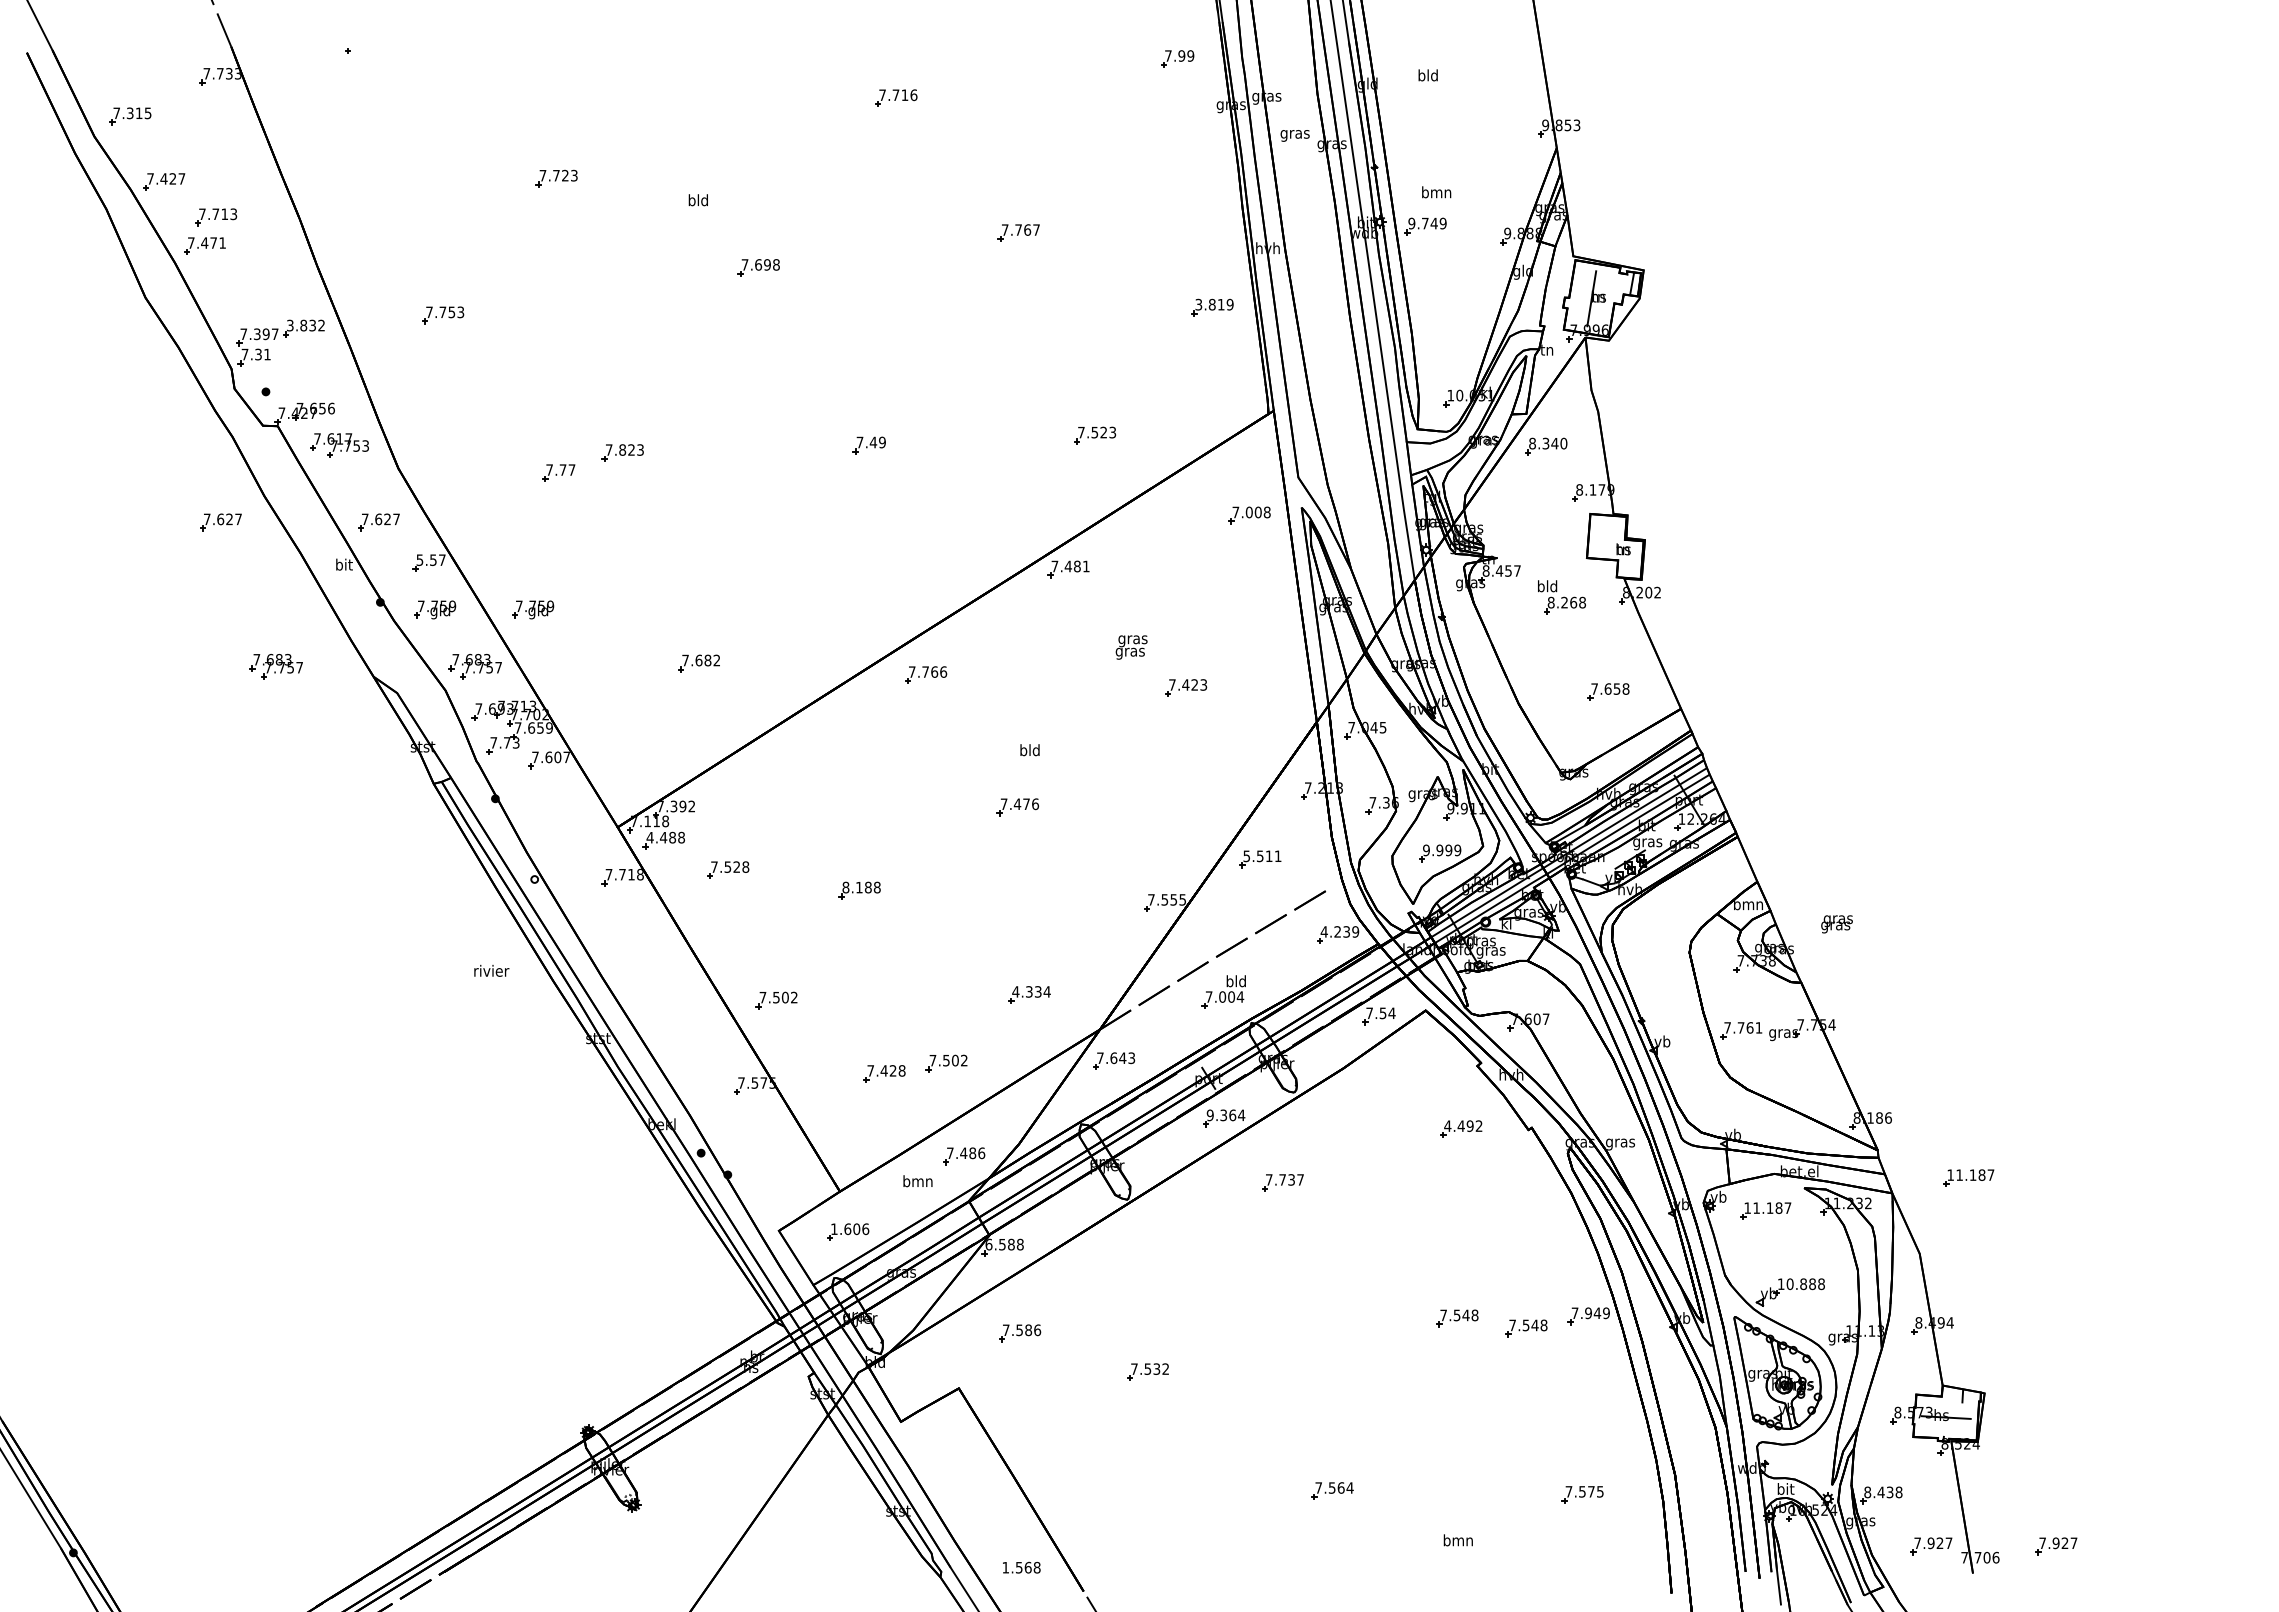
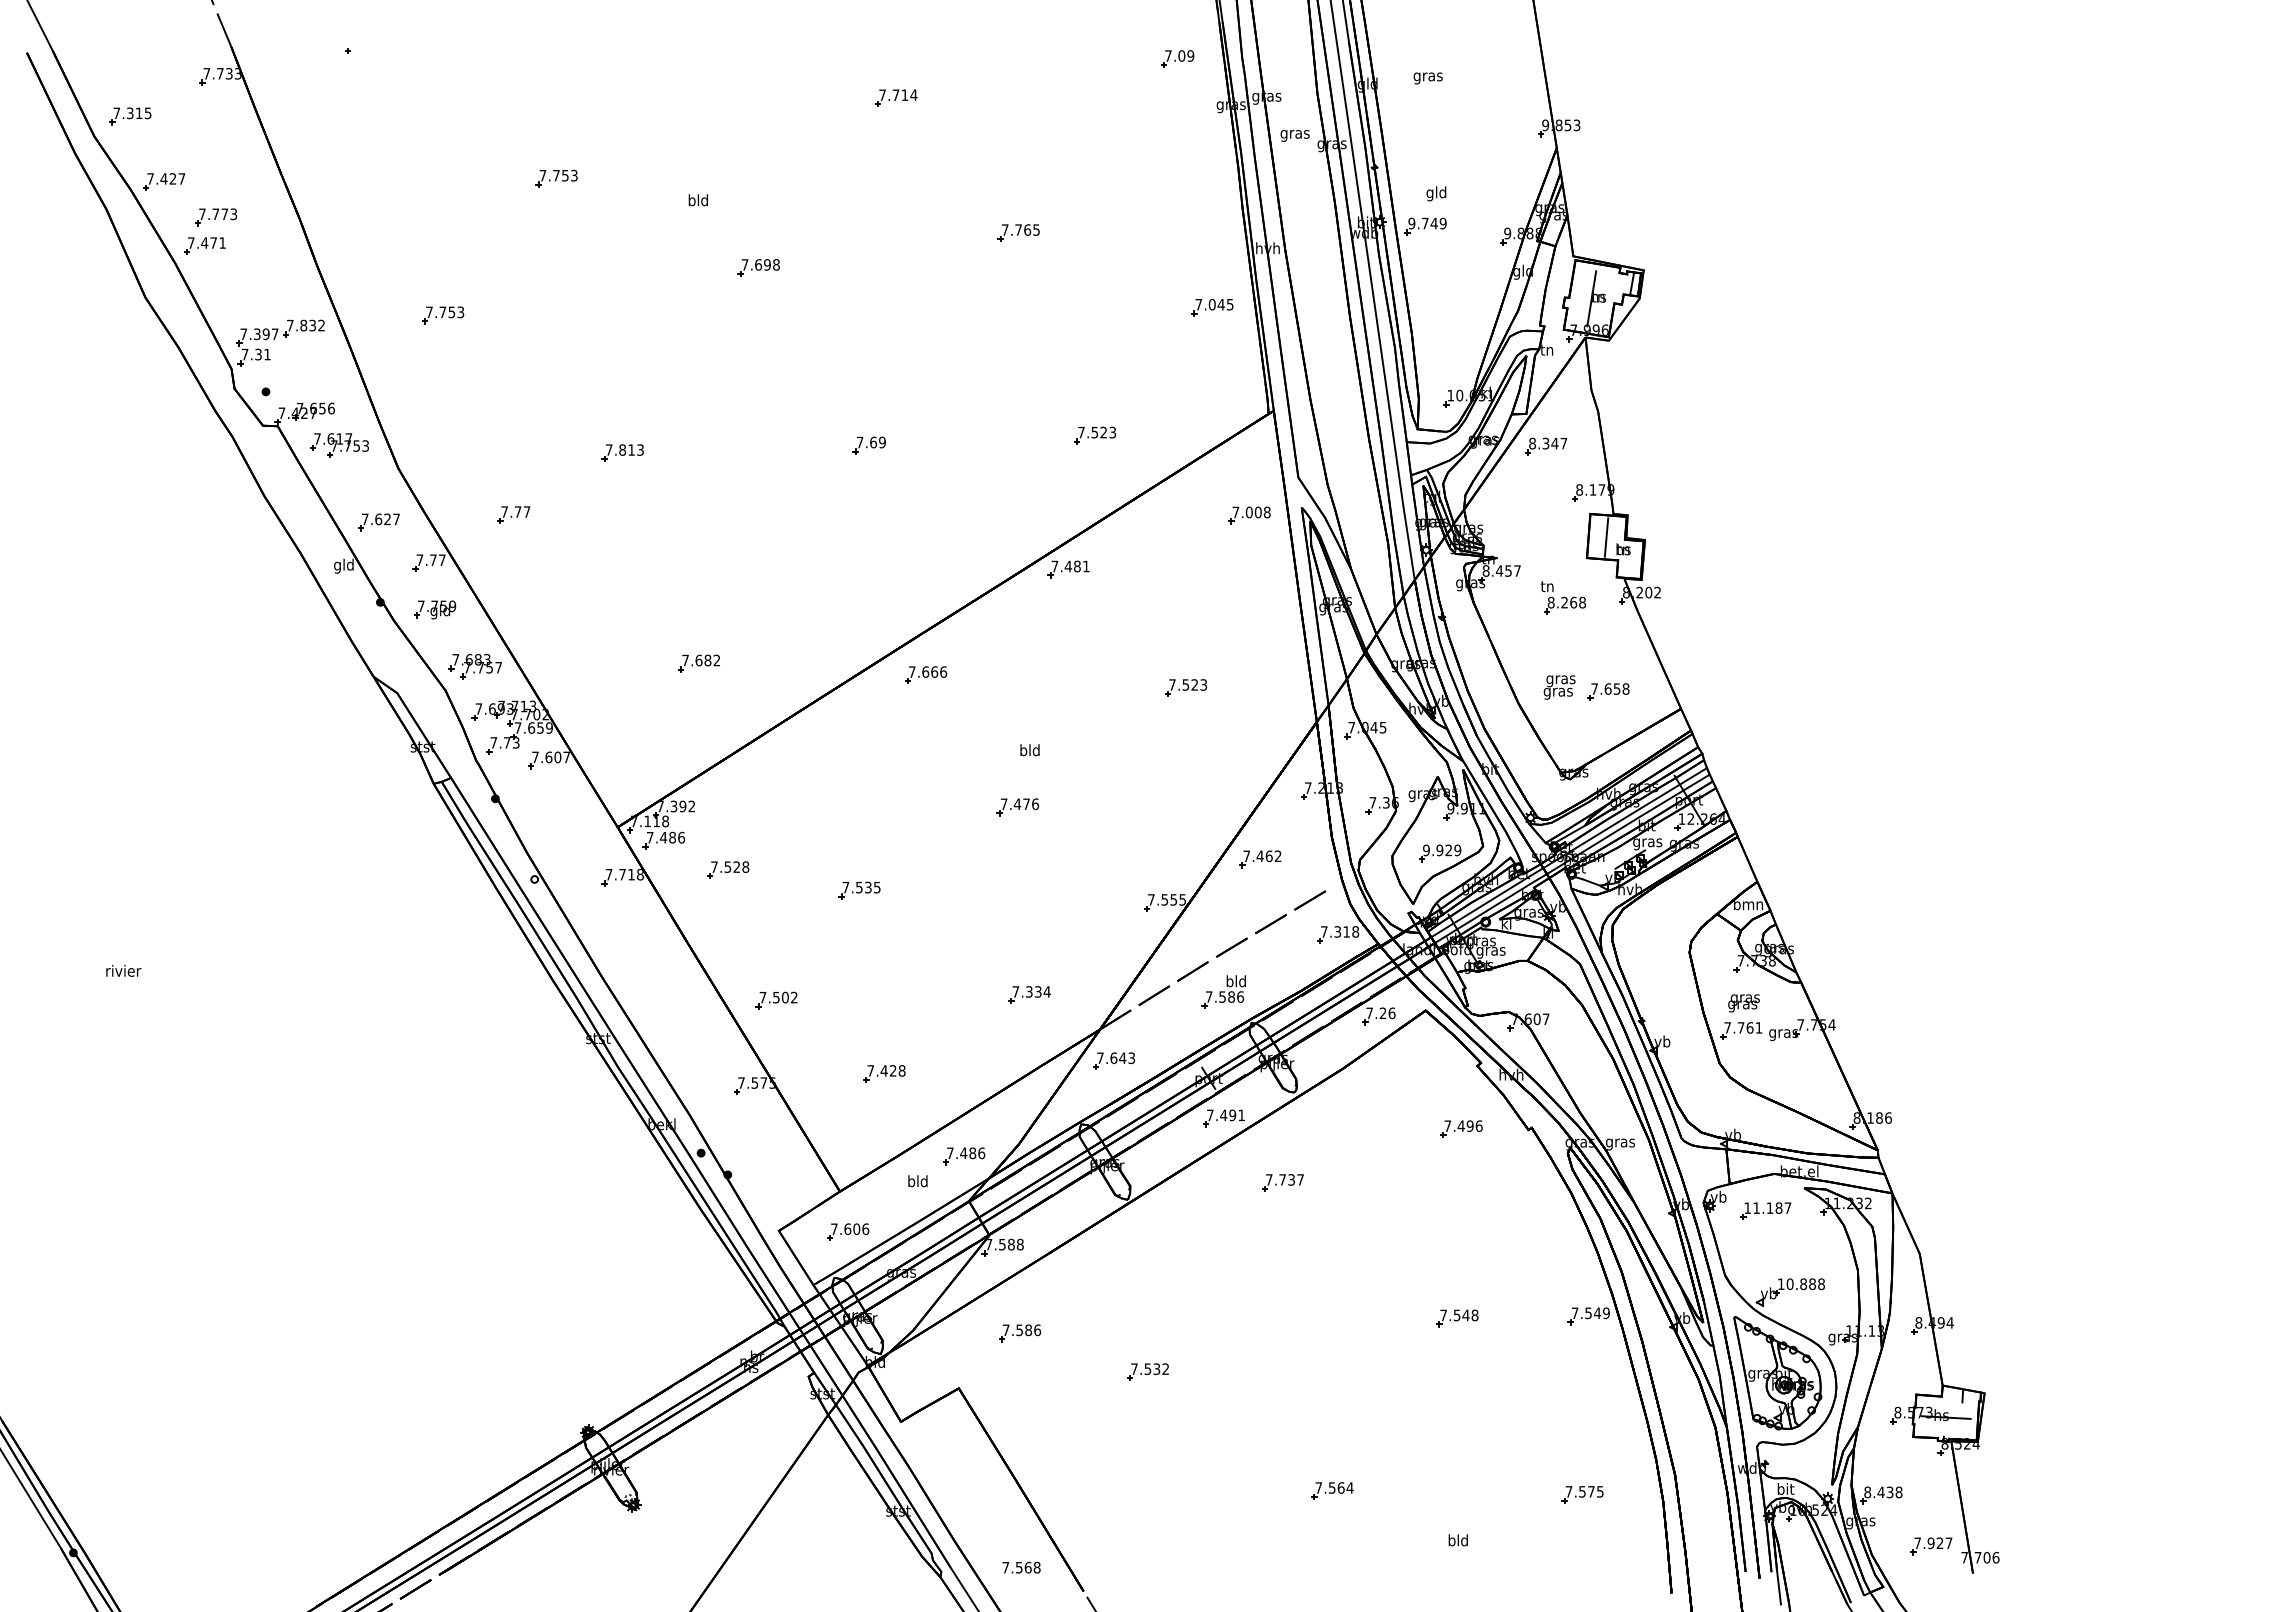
text at (1181, 55): 7.99 -> 7.09
text at (1427, 76): bld -> gras
text at (913, 95): 7.716 -> 7.714
text at (565, 175): 7.723 -> 7.753
text at (1436, 193): bmn -> gld
text at (224, 213): 7.713 -> 7.773
text at (1036, 229): 7.767 -> 7.765
text at (1214, 304): 3.819 -> 7.045
text at (290, 325): 3.832 -> 7.832
text at (872, 442): 7.49 -> 7.69
text at (1563, 443): 8.340 -> 8.347
text at (631, 449): 7.823 -> 7.813
part at (558, 472) position: (558, 472) -> (513, 514)
part at (220, 522): present -> none
line at (1606, 537): none -> present
text at (426, 559): 5.57 -> 7.77
text at (343, 565): bit -> gld
text at (1547, 586): bld -> tn
part at (533, 609): present -> none
text at (1131, 647) position: (1131, 647) -> (1559, 687)
part at (275, 666): present -> none
text at (925, 671): 7.766 -> 7.666
text at (1185, 684): 7.423 -> 7.523
text at (665, 837): 4.488 -> 7.486
text at (1448, 850): 9.999 -> 9.929
text at (1262, 856): 5.511 -> 7.462
text at (861, 887): 8.188 -> 7.535
text at (1836, 924) position: (1836, 924) -> (1743, 1003)
text at (1339, 931): 4.239 -> 7.318
text at (491, 970) position: (491, 970) -> (123, 970)
text at (1015, 991): 4.334 -> 7.334
text at (1231, 996): 7.004 -> 7.586
text at (1387, 1013): 7.54 -> 7.26
part at (946, 1063): present -> none
text at (1225, 1115): 9.364 -> 7.491
text at (1463, 1125): 4.492 -> 7.496
part at (1968, 1177): present -> none
text at (917, 1181): bmn -> bld
text at (834, 1228): 1.606 -> 7.606
text at (988, 1244): 6.588 -> 7.588
text at (1588, 1312): 7.949 -> 7.549
part at (1526, 1328): present -> none
text at (1457, 1540): bmn -> bld
part at (2056, 1546): present -> none
text at (1005, 1567): 1.568 -> 7.568
